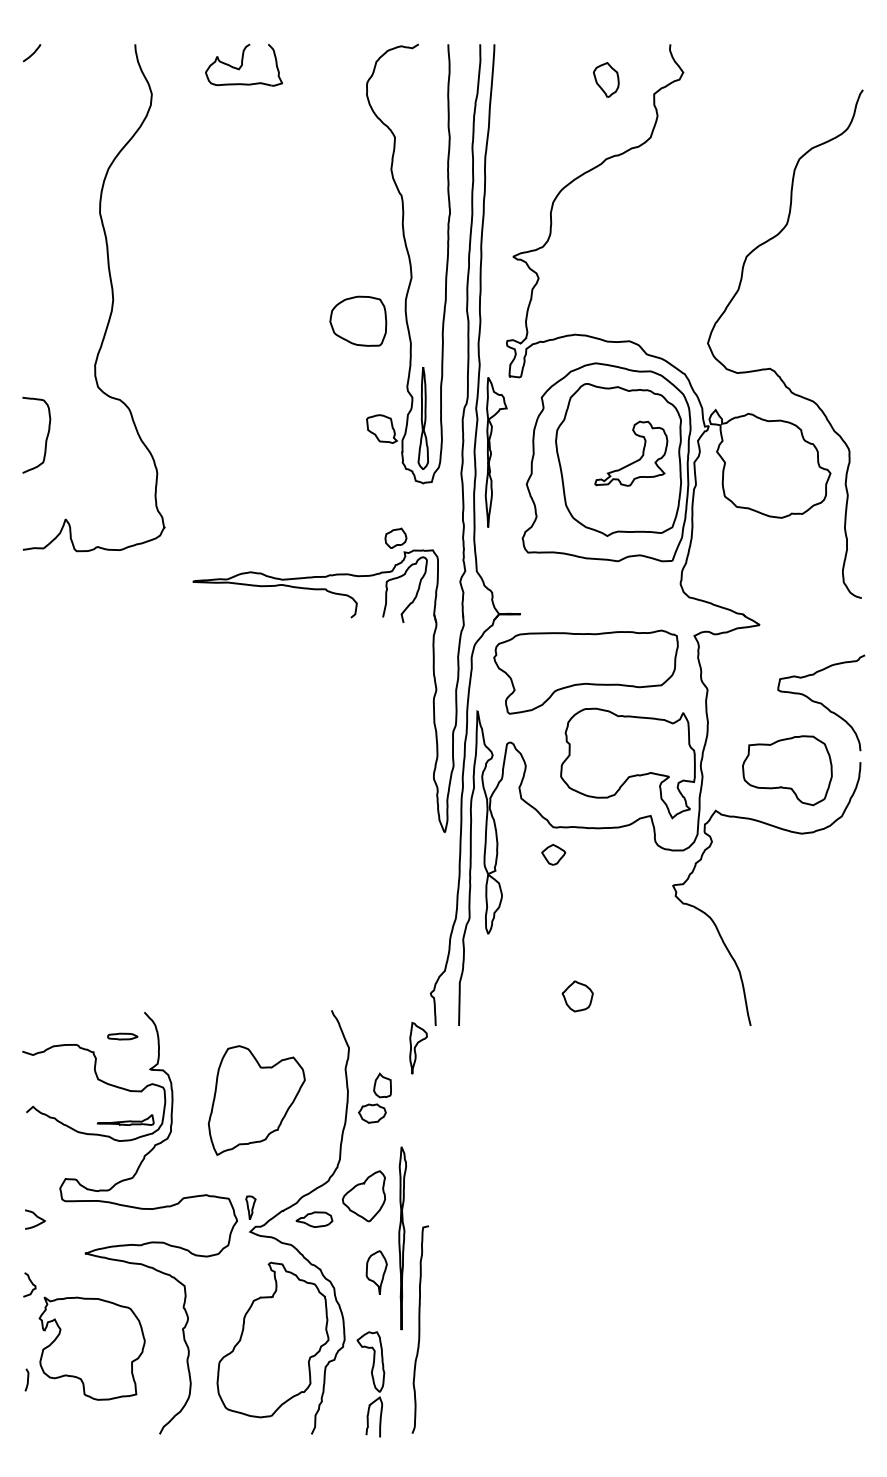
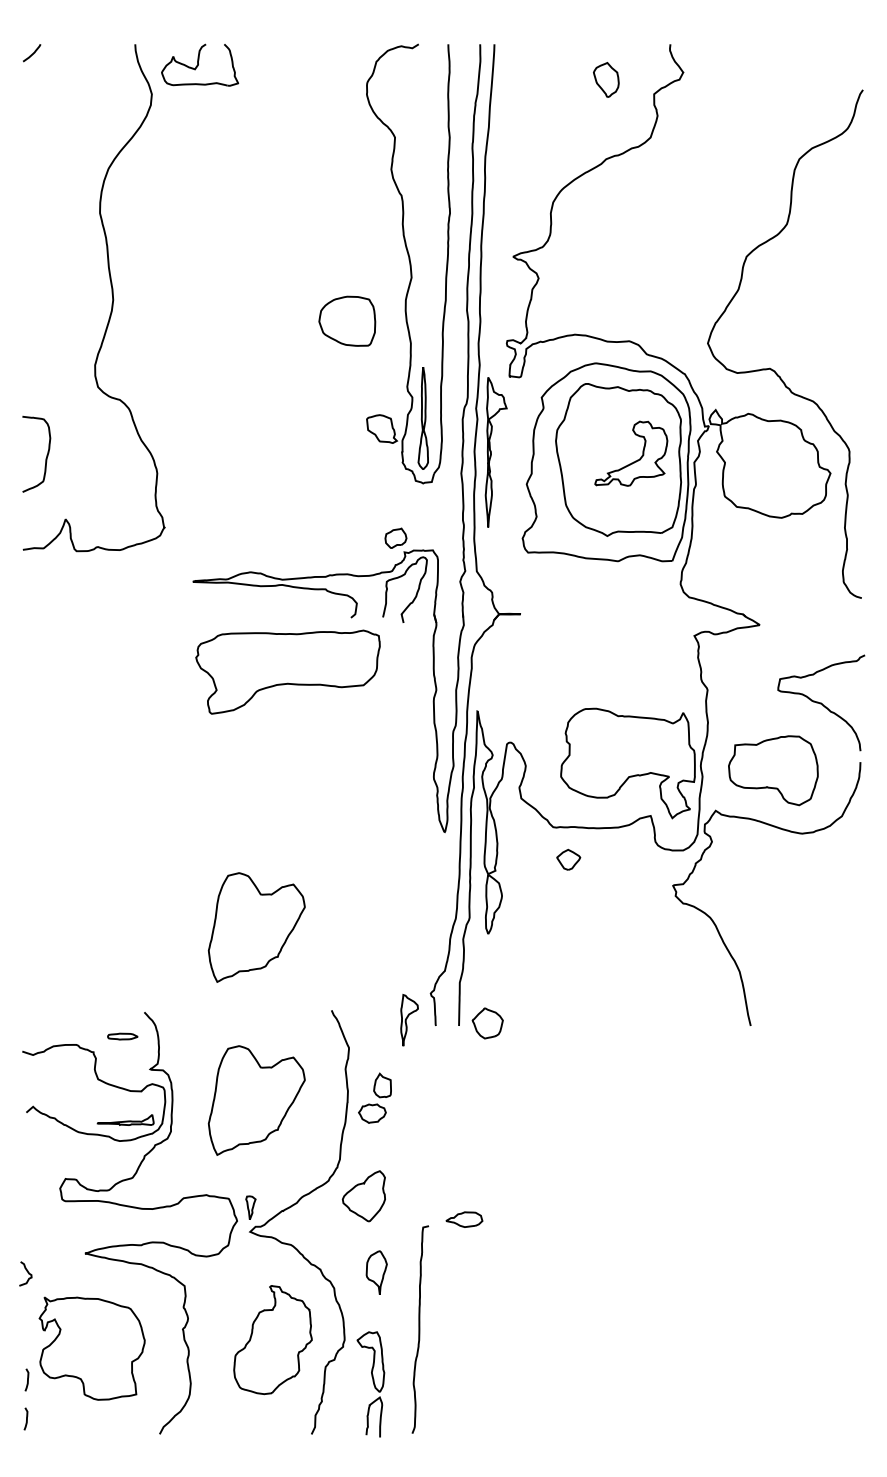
part at (244, 64) position: (244, 64) -> (200, 64)
part at (358, 320) position: (358, 320) -> (347, 320)
curve at (46, 435) position: (46, 435) -> (46, 454)
part at (585, 671) position: (585, 671) -> (287, 671)
part at (787, 770) position: (787, 770) -> (773, 770)
part at (553, 854) position: (553, 854) -> (568, 859)
part at (256, 927): none -> present
part at (577, 996) position: (577, 996) -> (487, 1023)
part at (418, 1048) position: (418, 1048) -> (409, 1020)
curve at (36, 1217): present -> none
part at (314, 1219) position: (314, 1219) -> (464, 1219)
part at (402, 1238): present -> none
curve at (30, 1282) position: (30, 1282) -> (26, 1271)
part at (272, 1339) size: 114x158 px -> 80x111 px
curve at (26, 1418): none -> present
